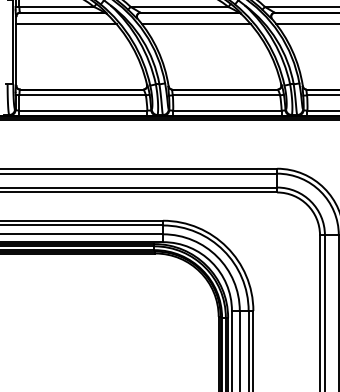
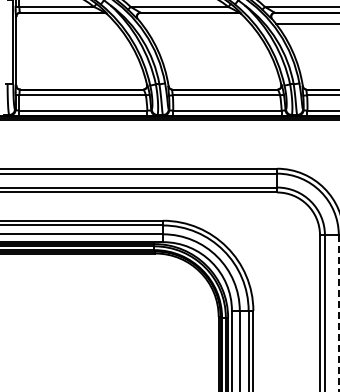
line at (66, 24): present -> none
line at (196, 24): present -> none
line at (338, 313): solid -> dashed
